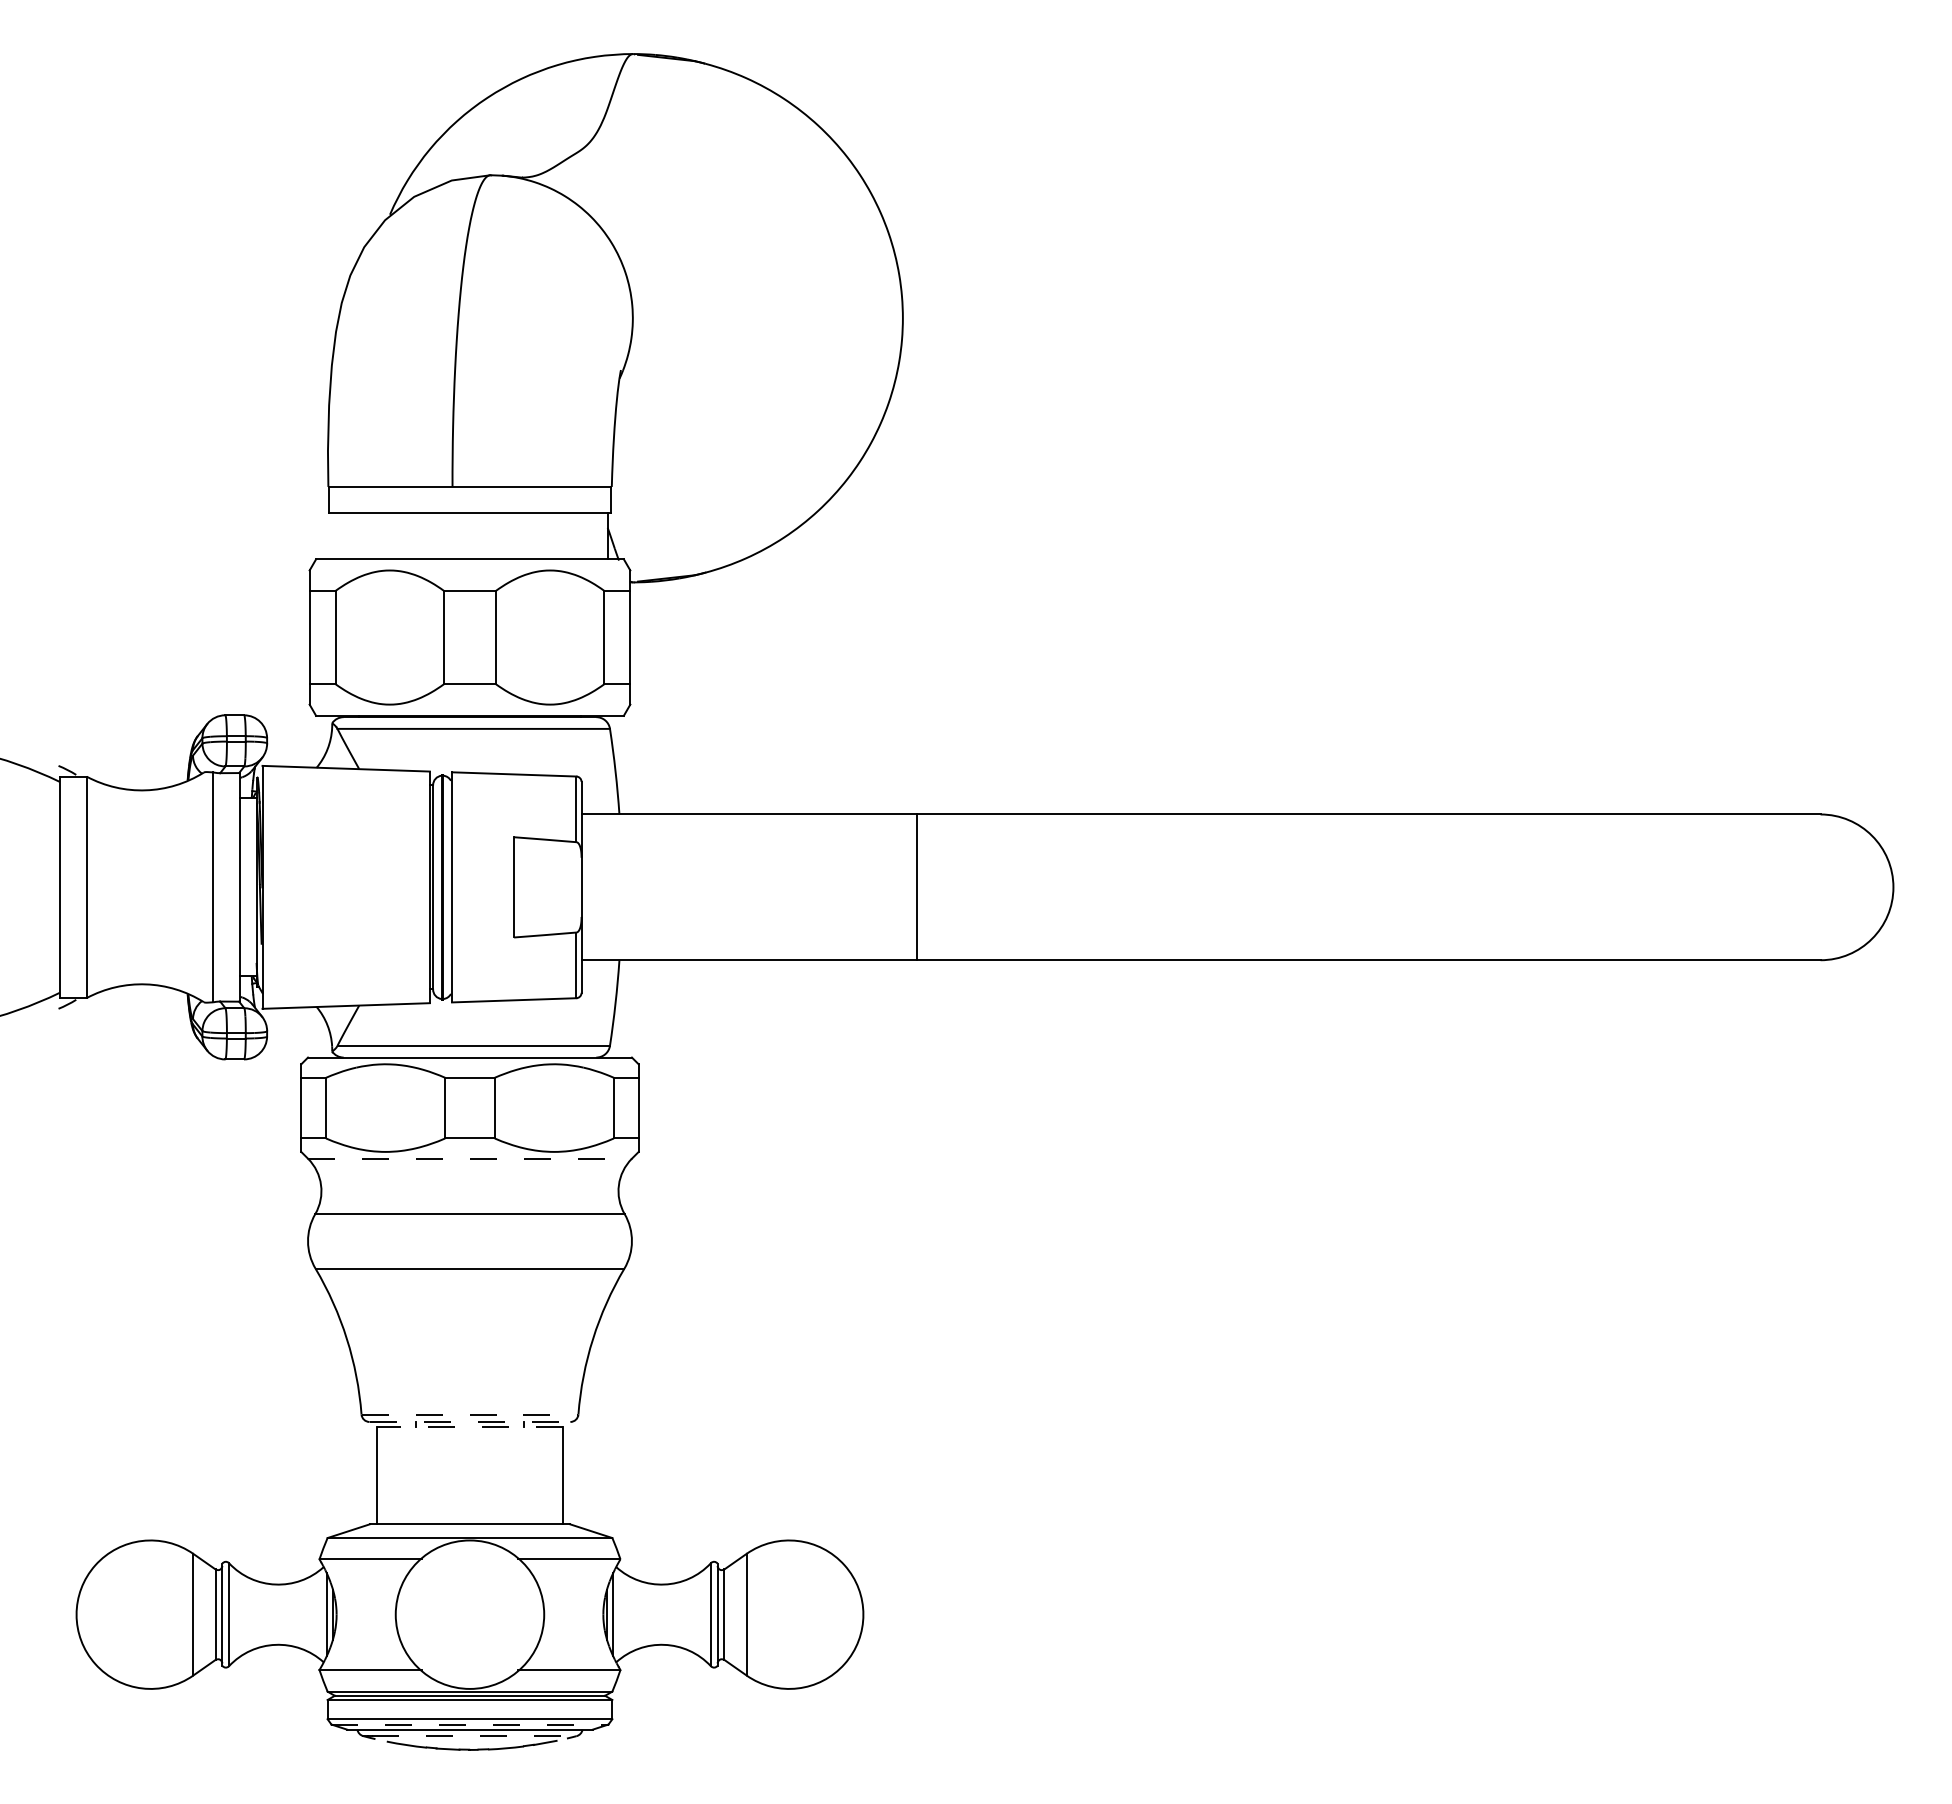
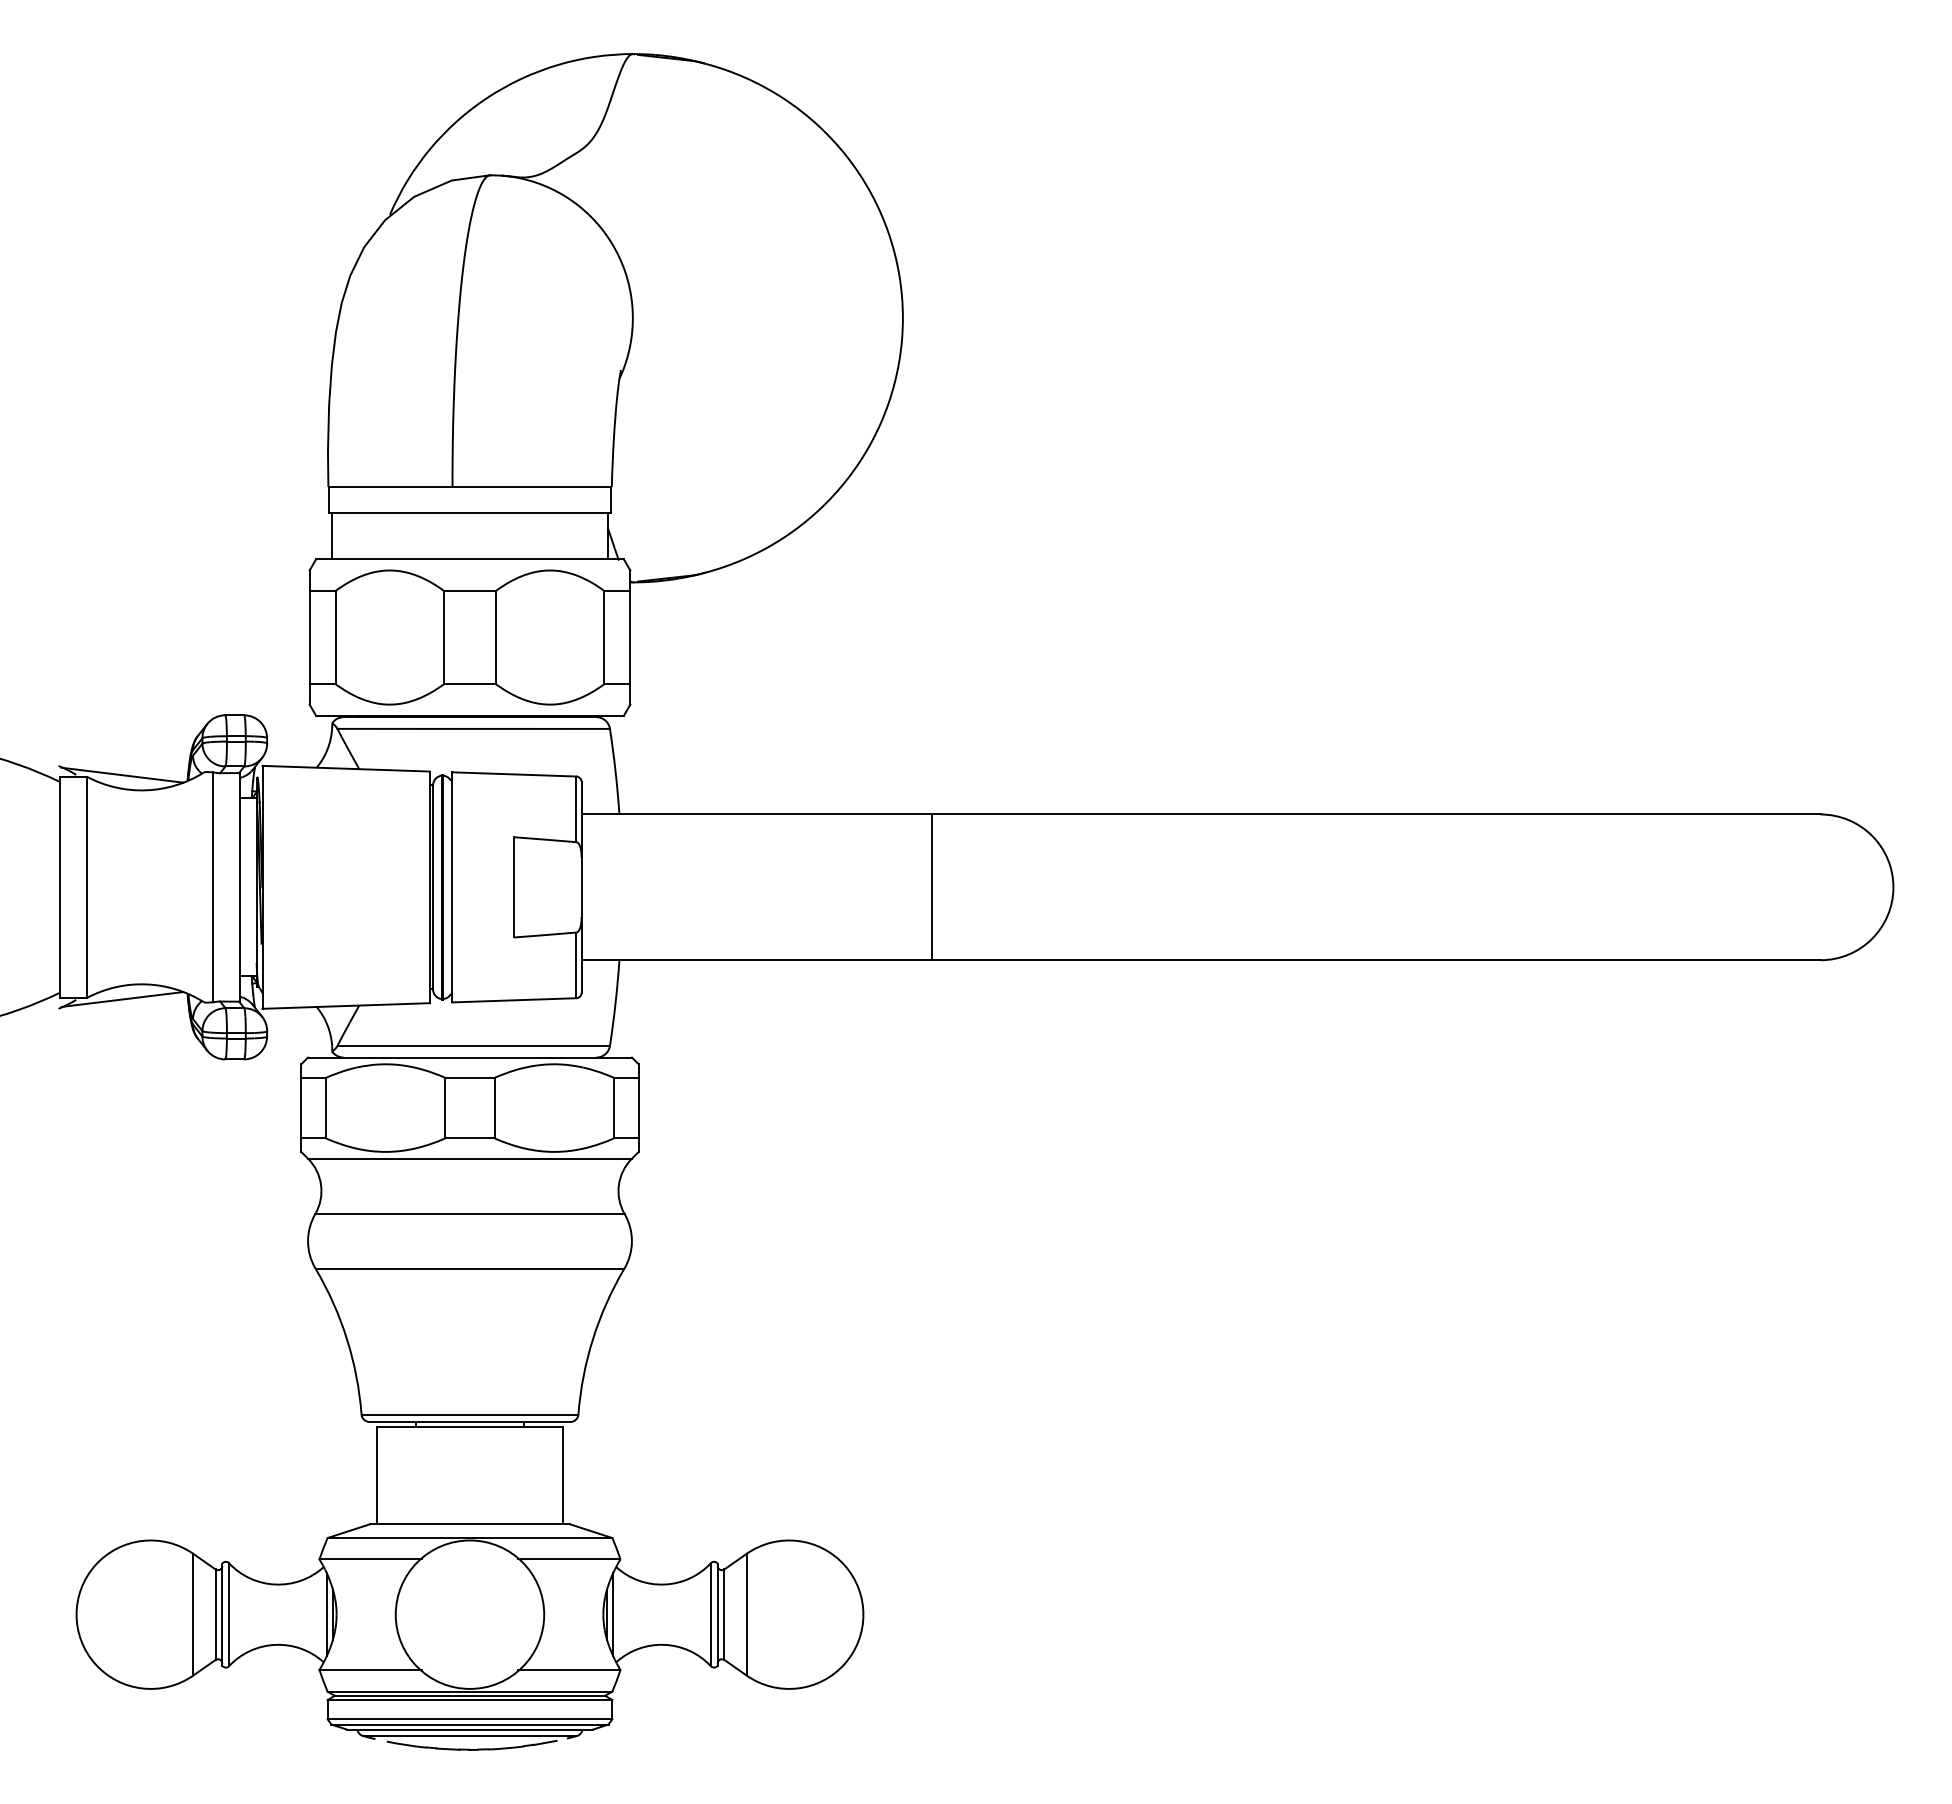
line at (332, 535): none -> present
line at (122, 774): none -> present
line at (917, 887) position: (917, 887) -> (932, 887)
line at (122, 999): none -> present
line at (469, 1158): dashed -> solid
line at (470, 1414): dashed -> solid
line at (470, 1421): dashed -> solid
line at (469, 1427): dashed -> solid
line at (469, 1724): dashed -> solid
line at (474, 1736): dashed -> solid
